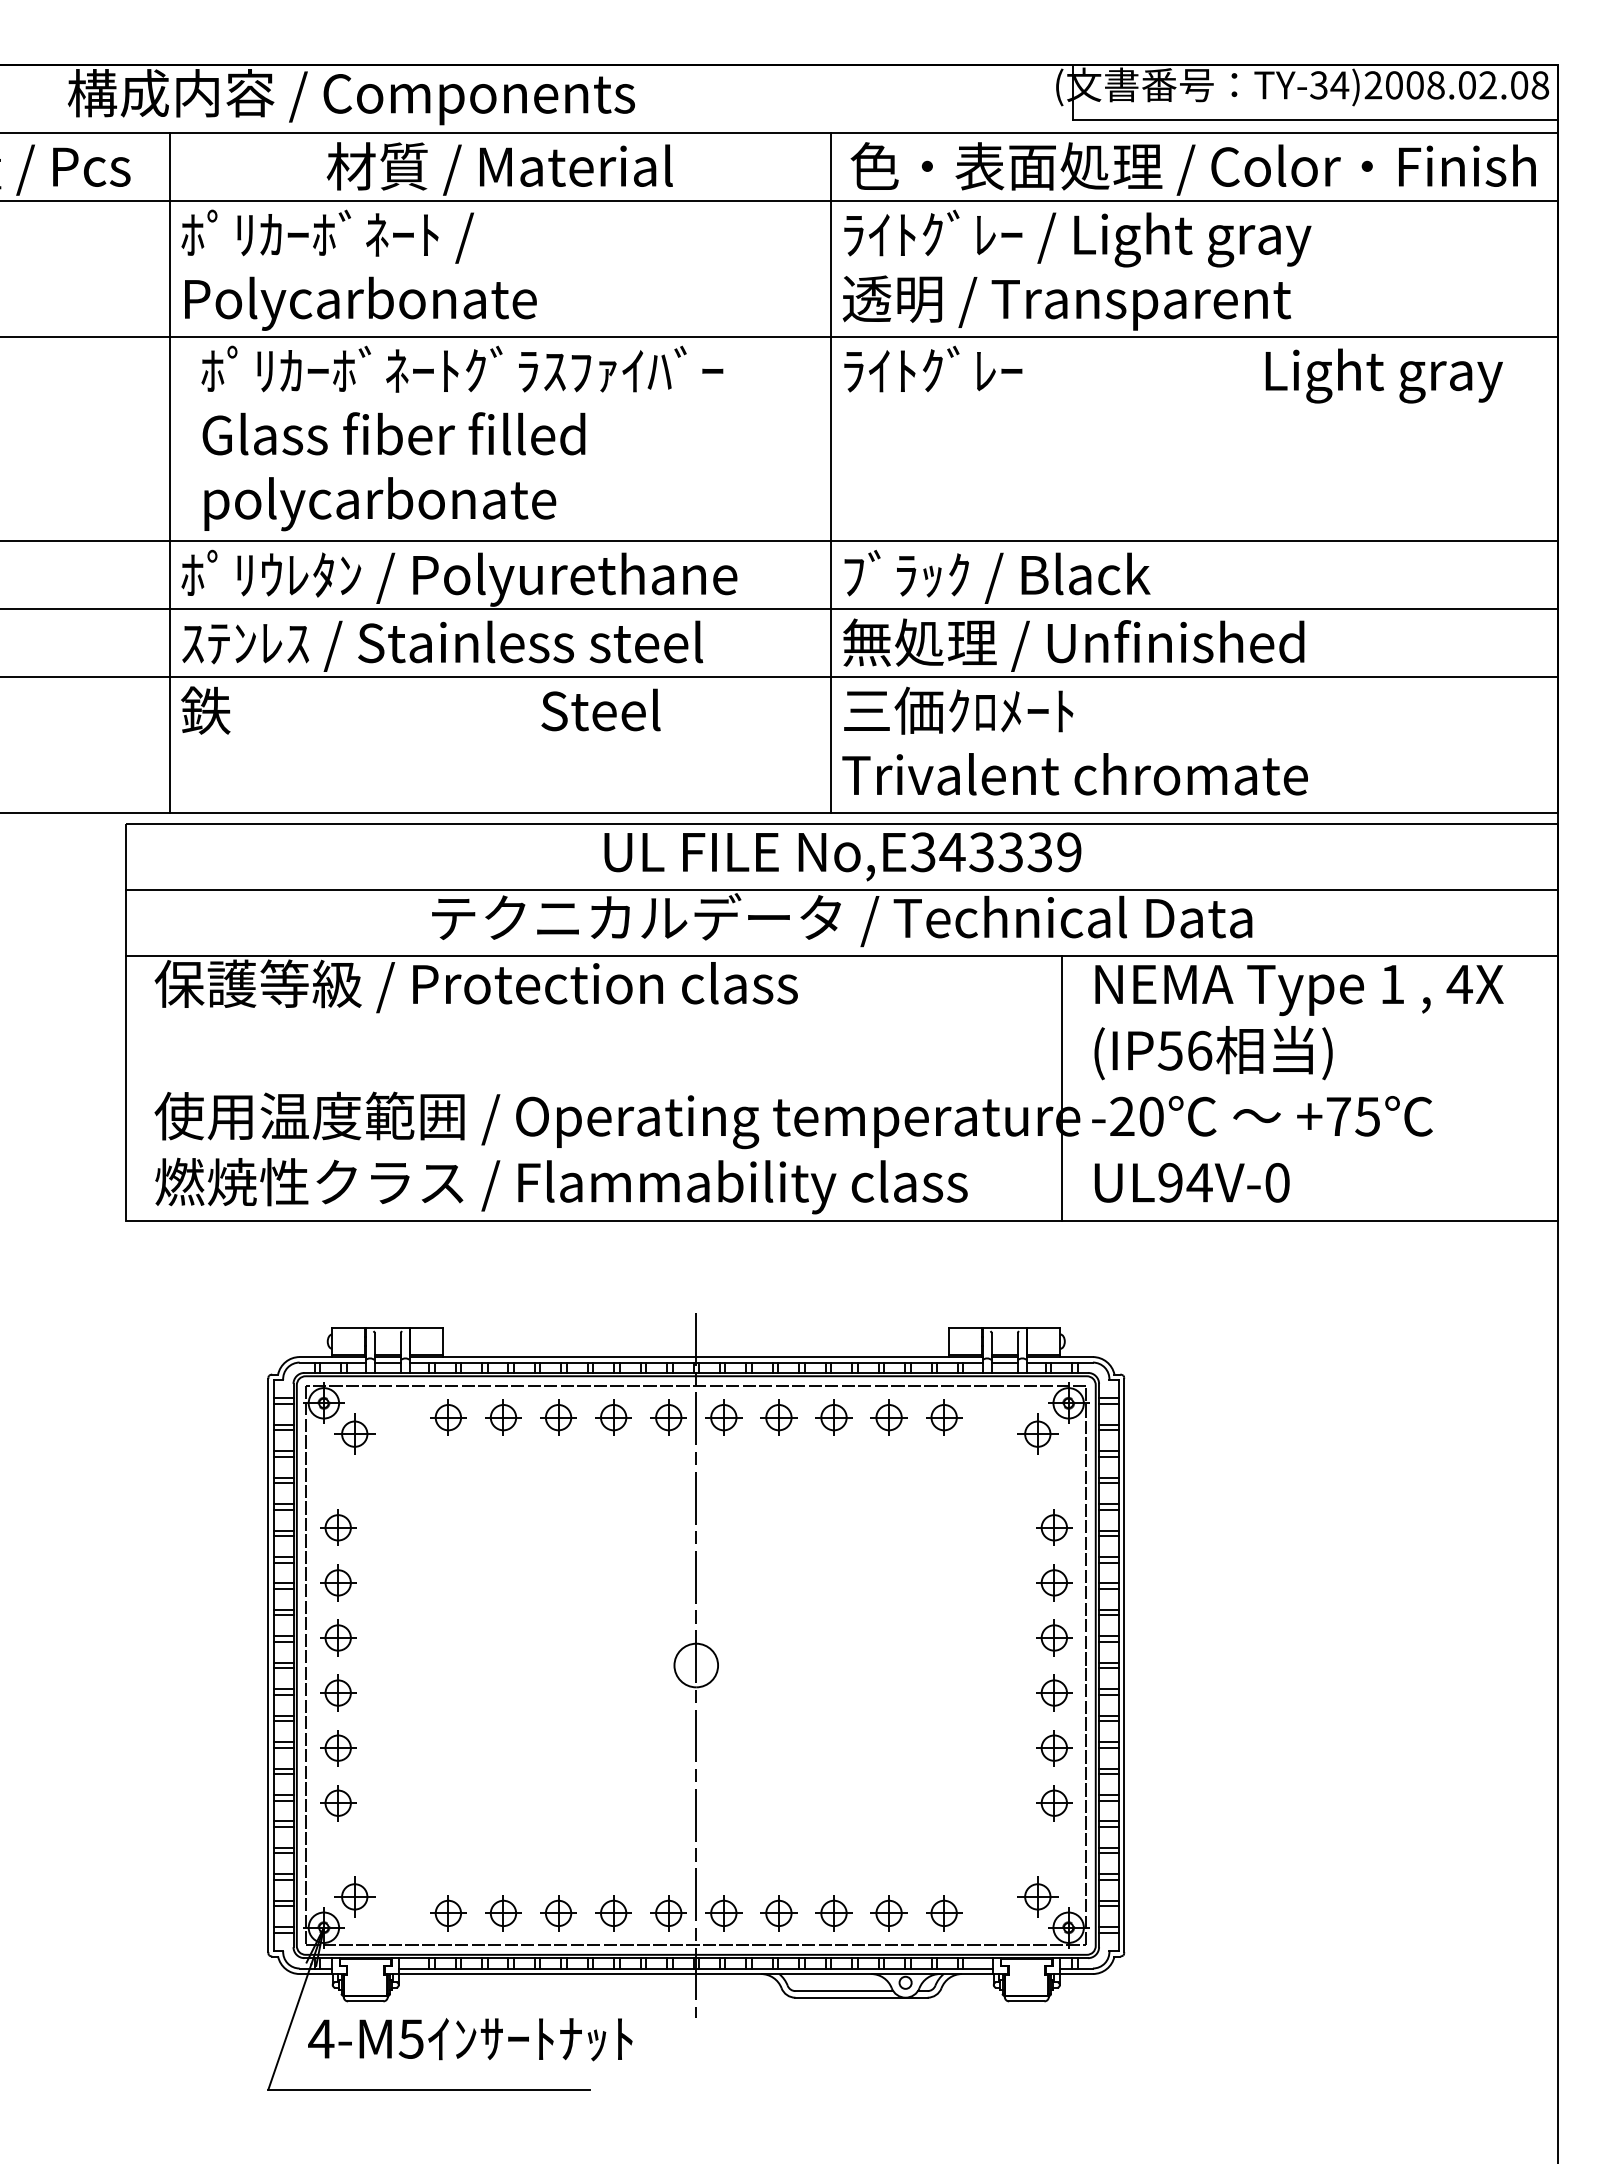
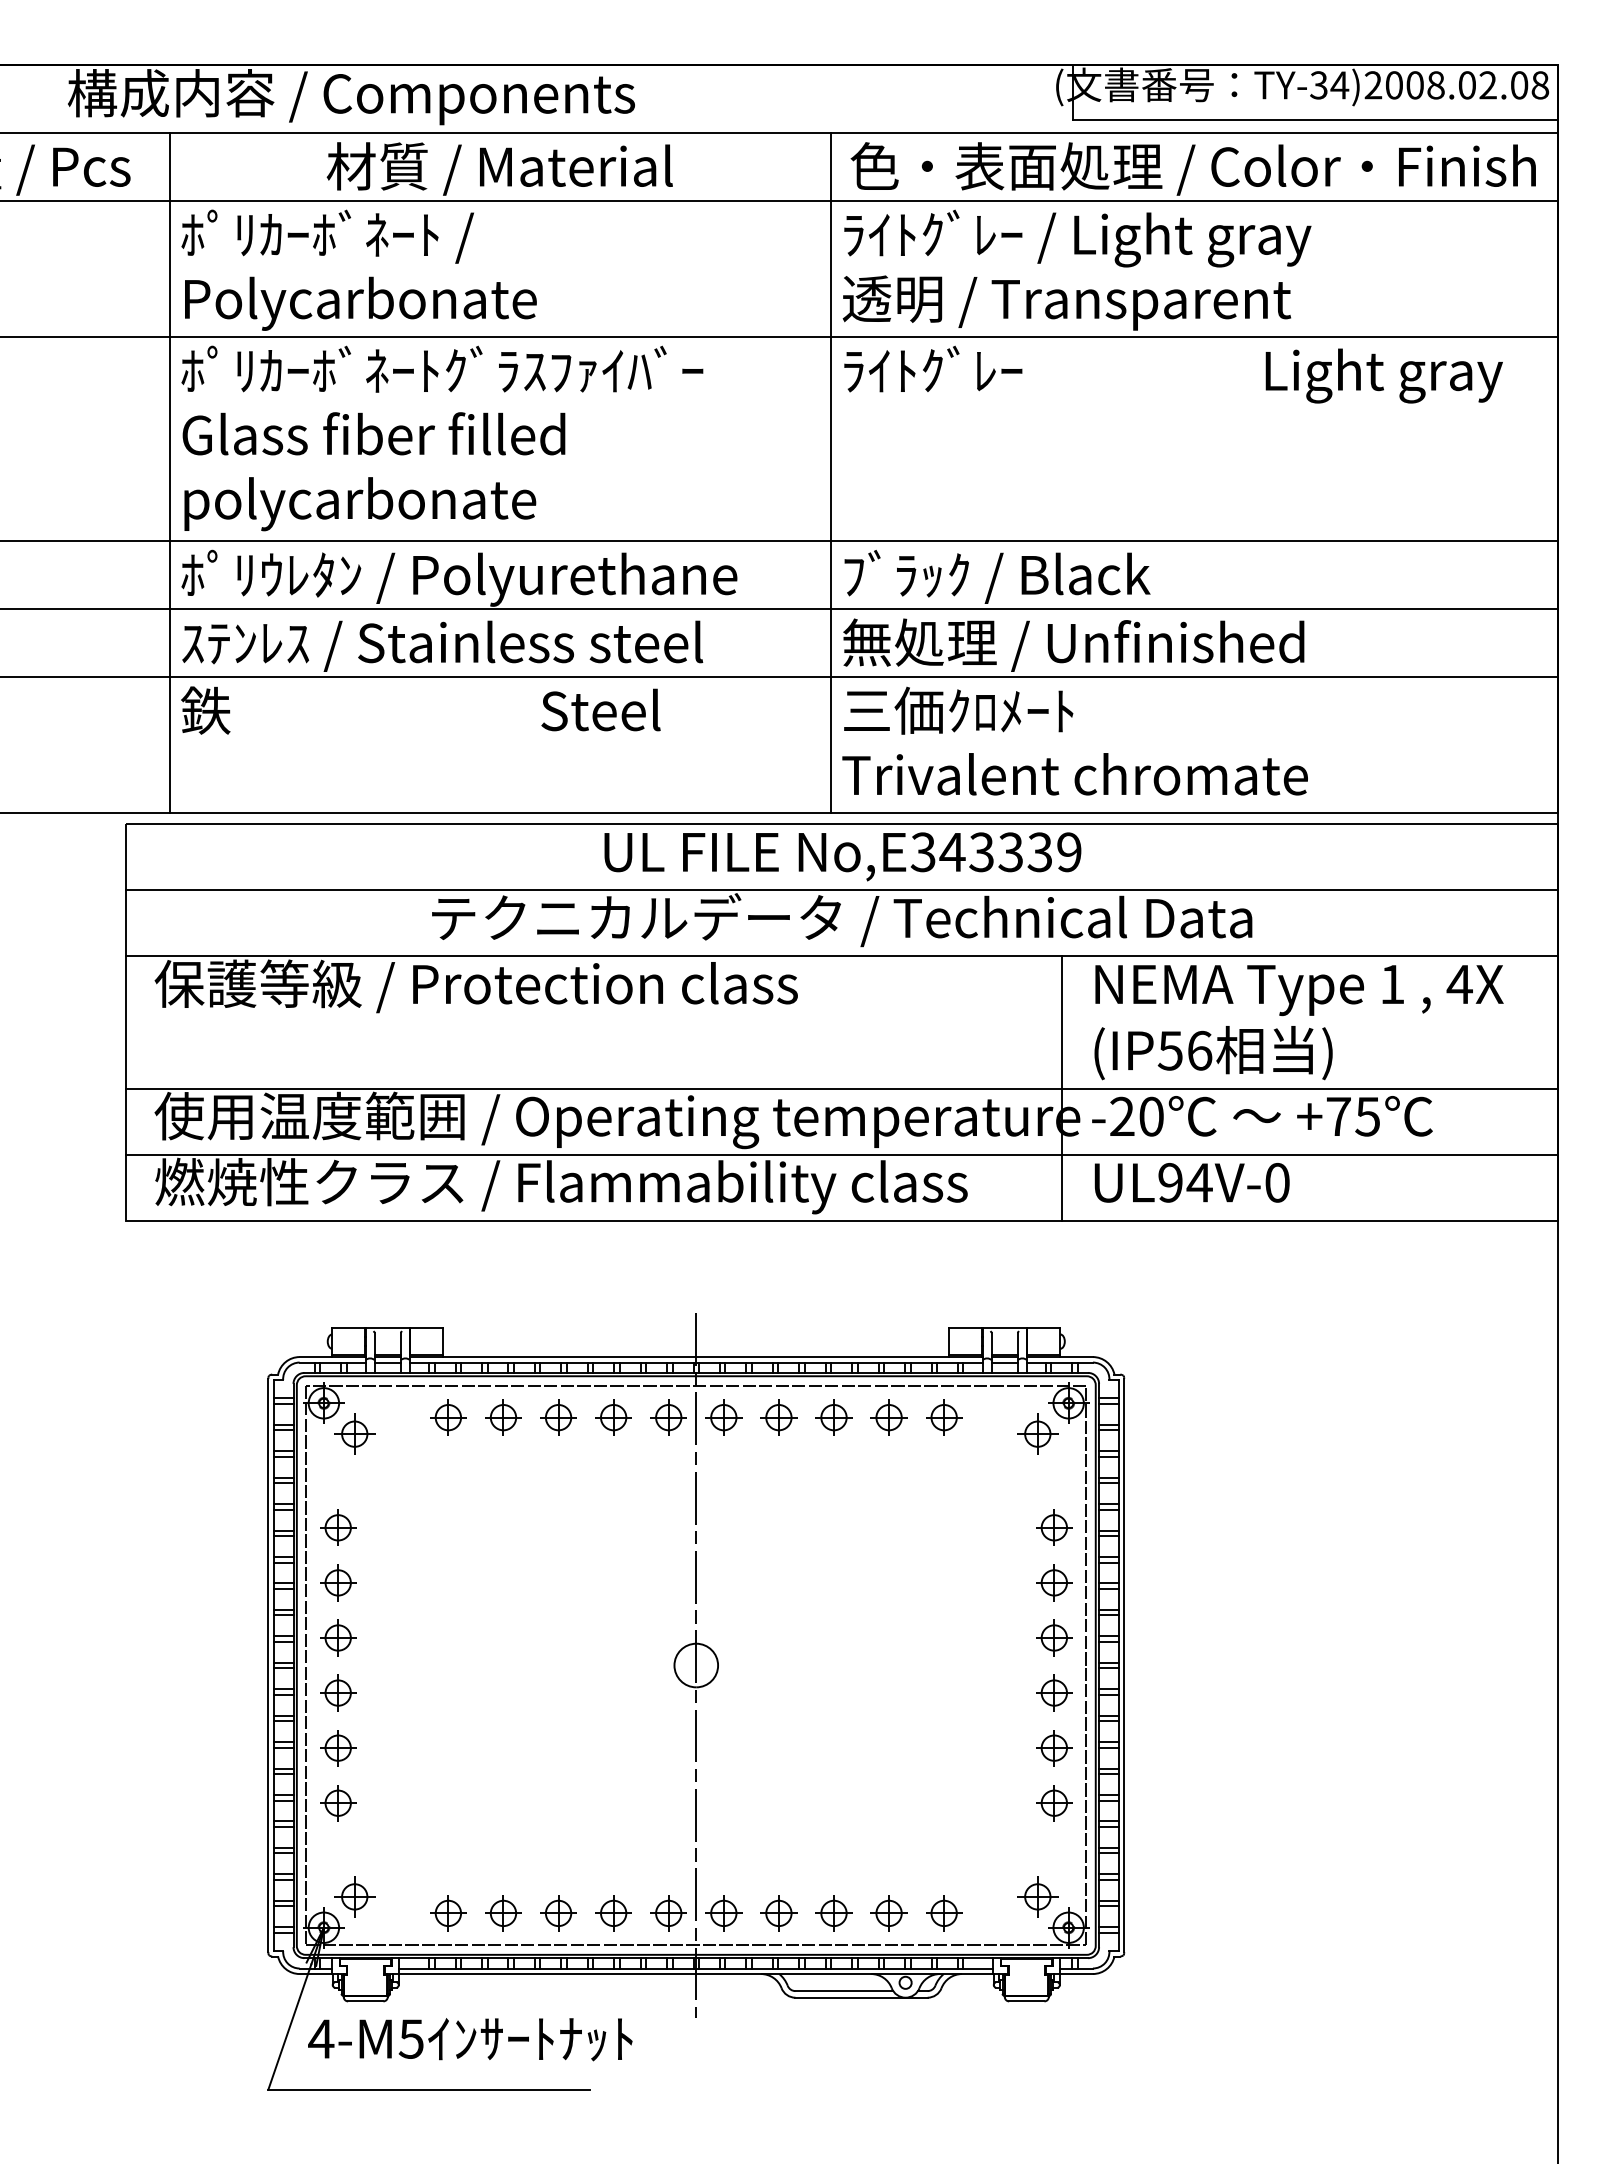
text at (462, 438) position: (462, 438) -> (442, 438)
line at (841, 1088): none -> present
line at (841, 1154): none -> present
